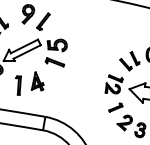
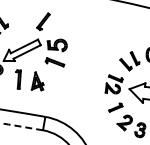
part at (28, 14): present -> none
part at (18, 85) position: (18, 85) -> (18, 79)
arc at (20, 126): solid -> dashed
